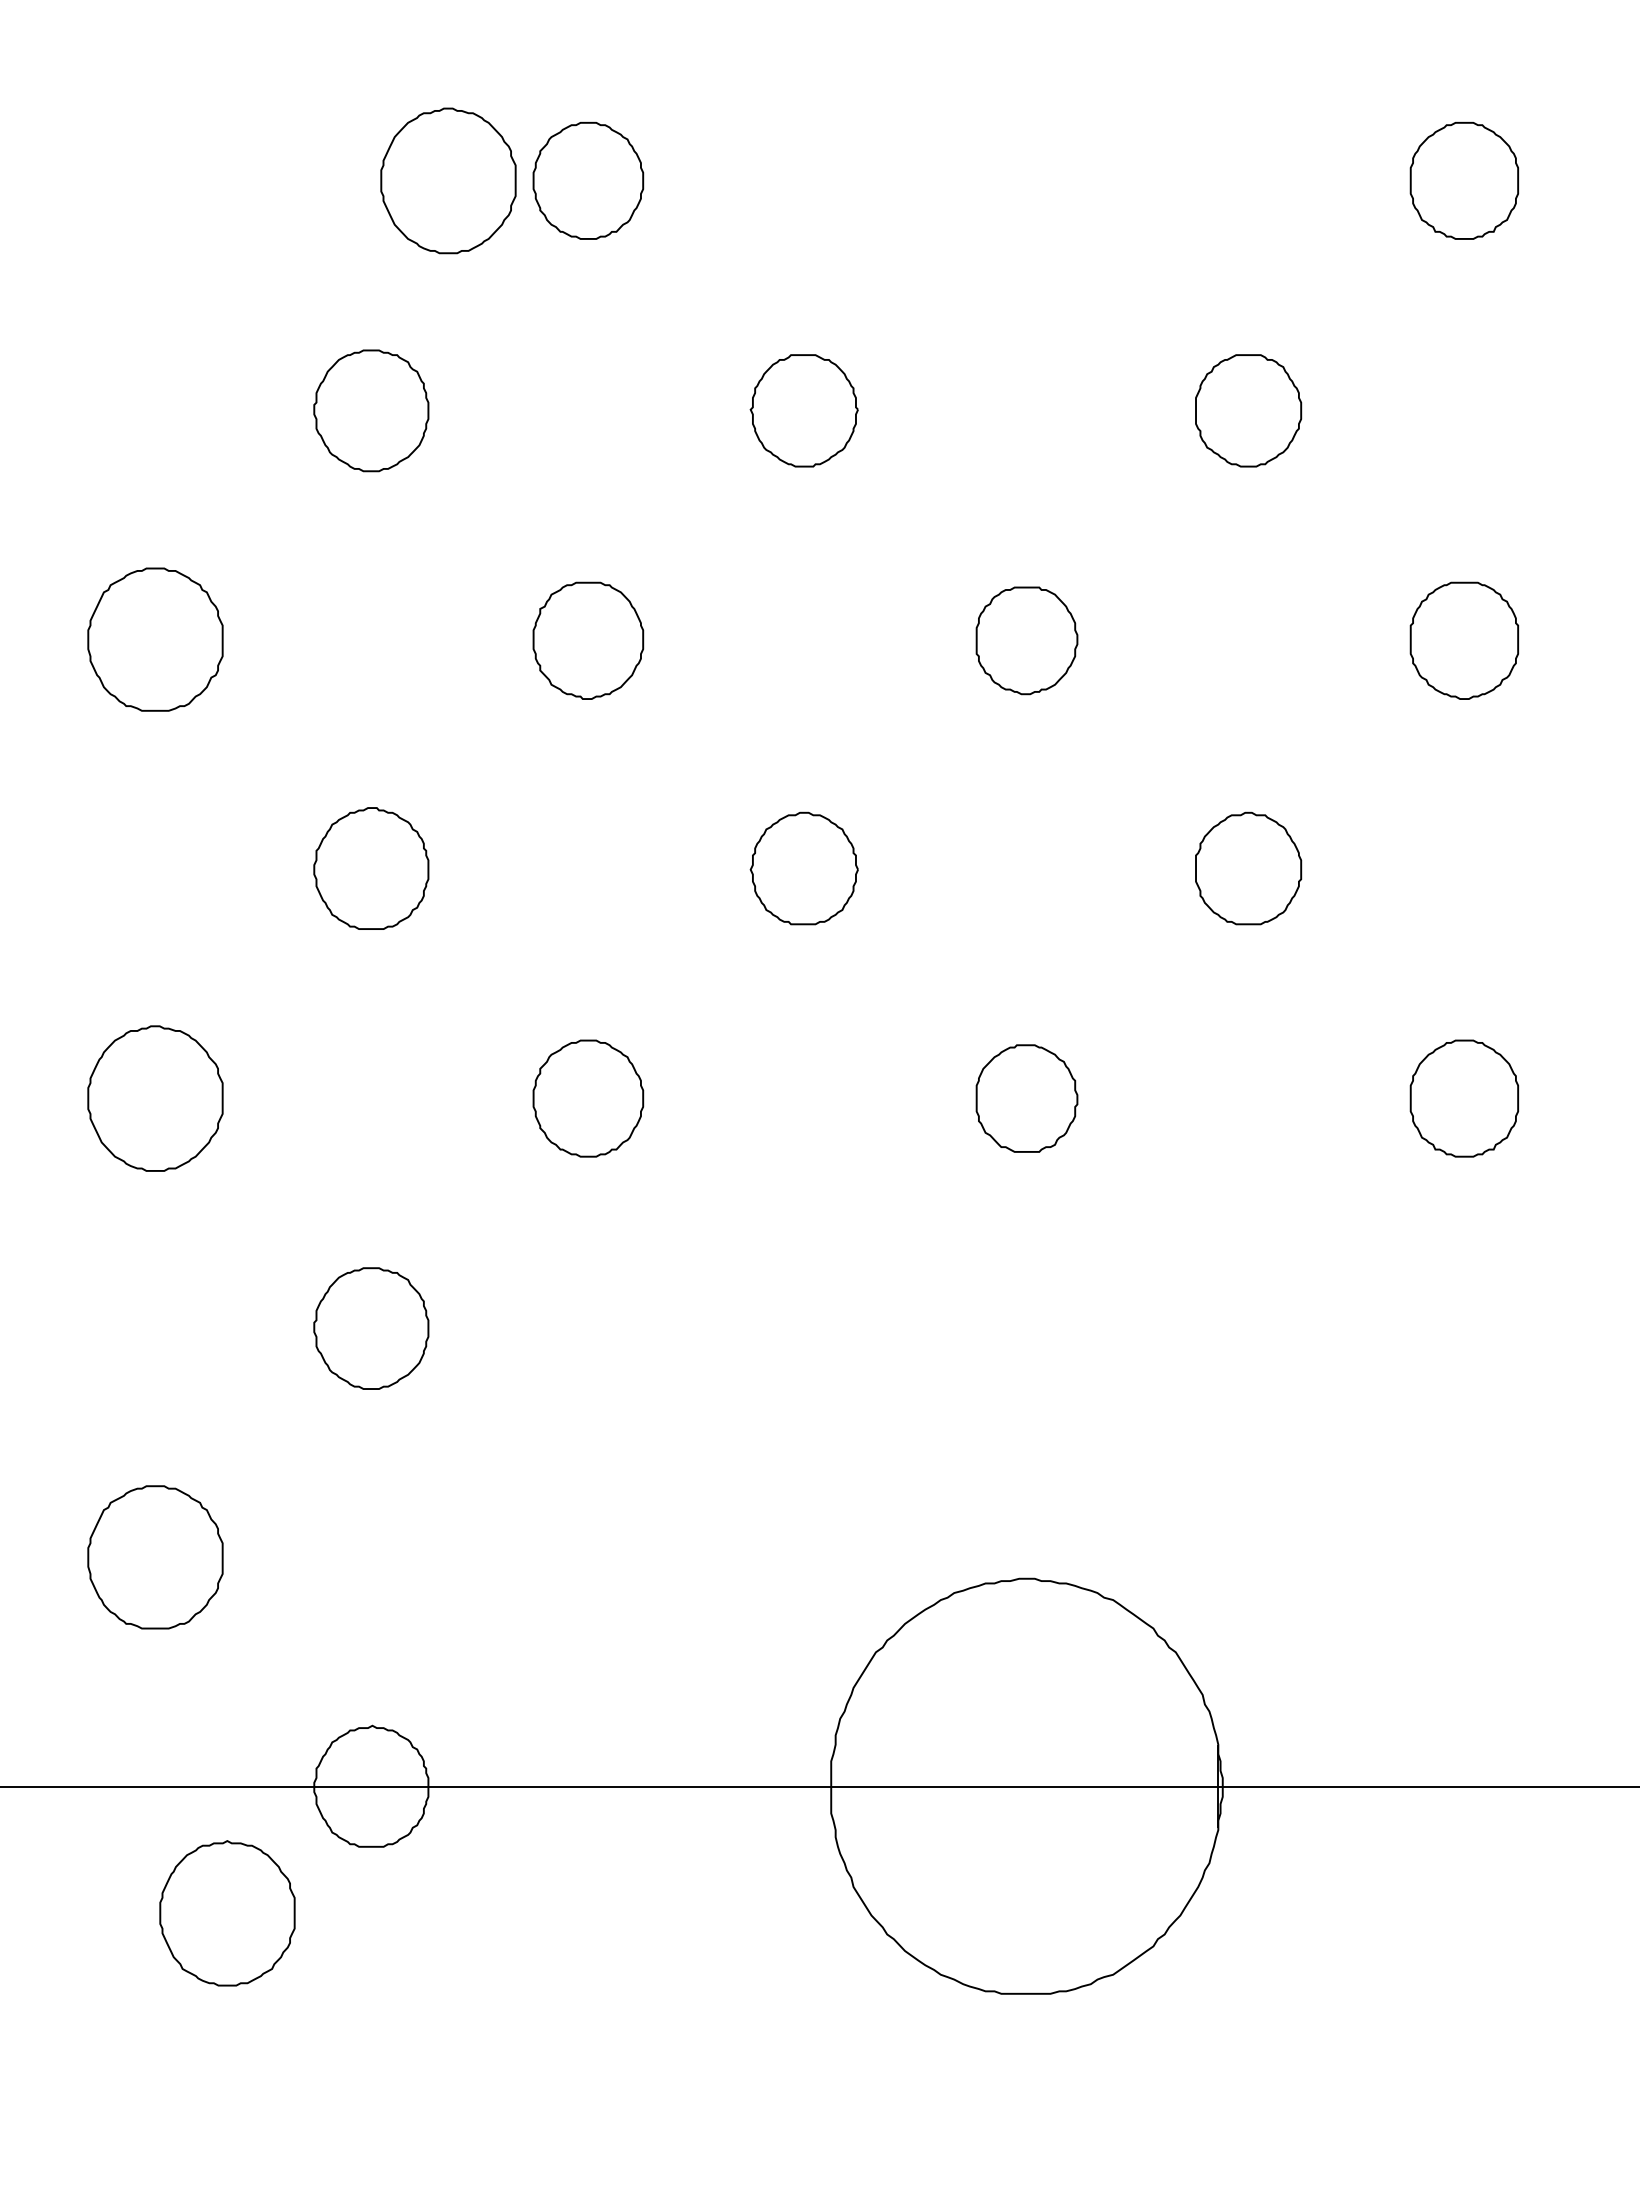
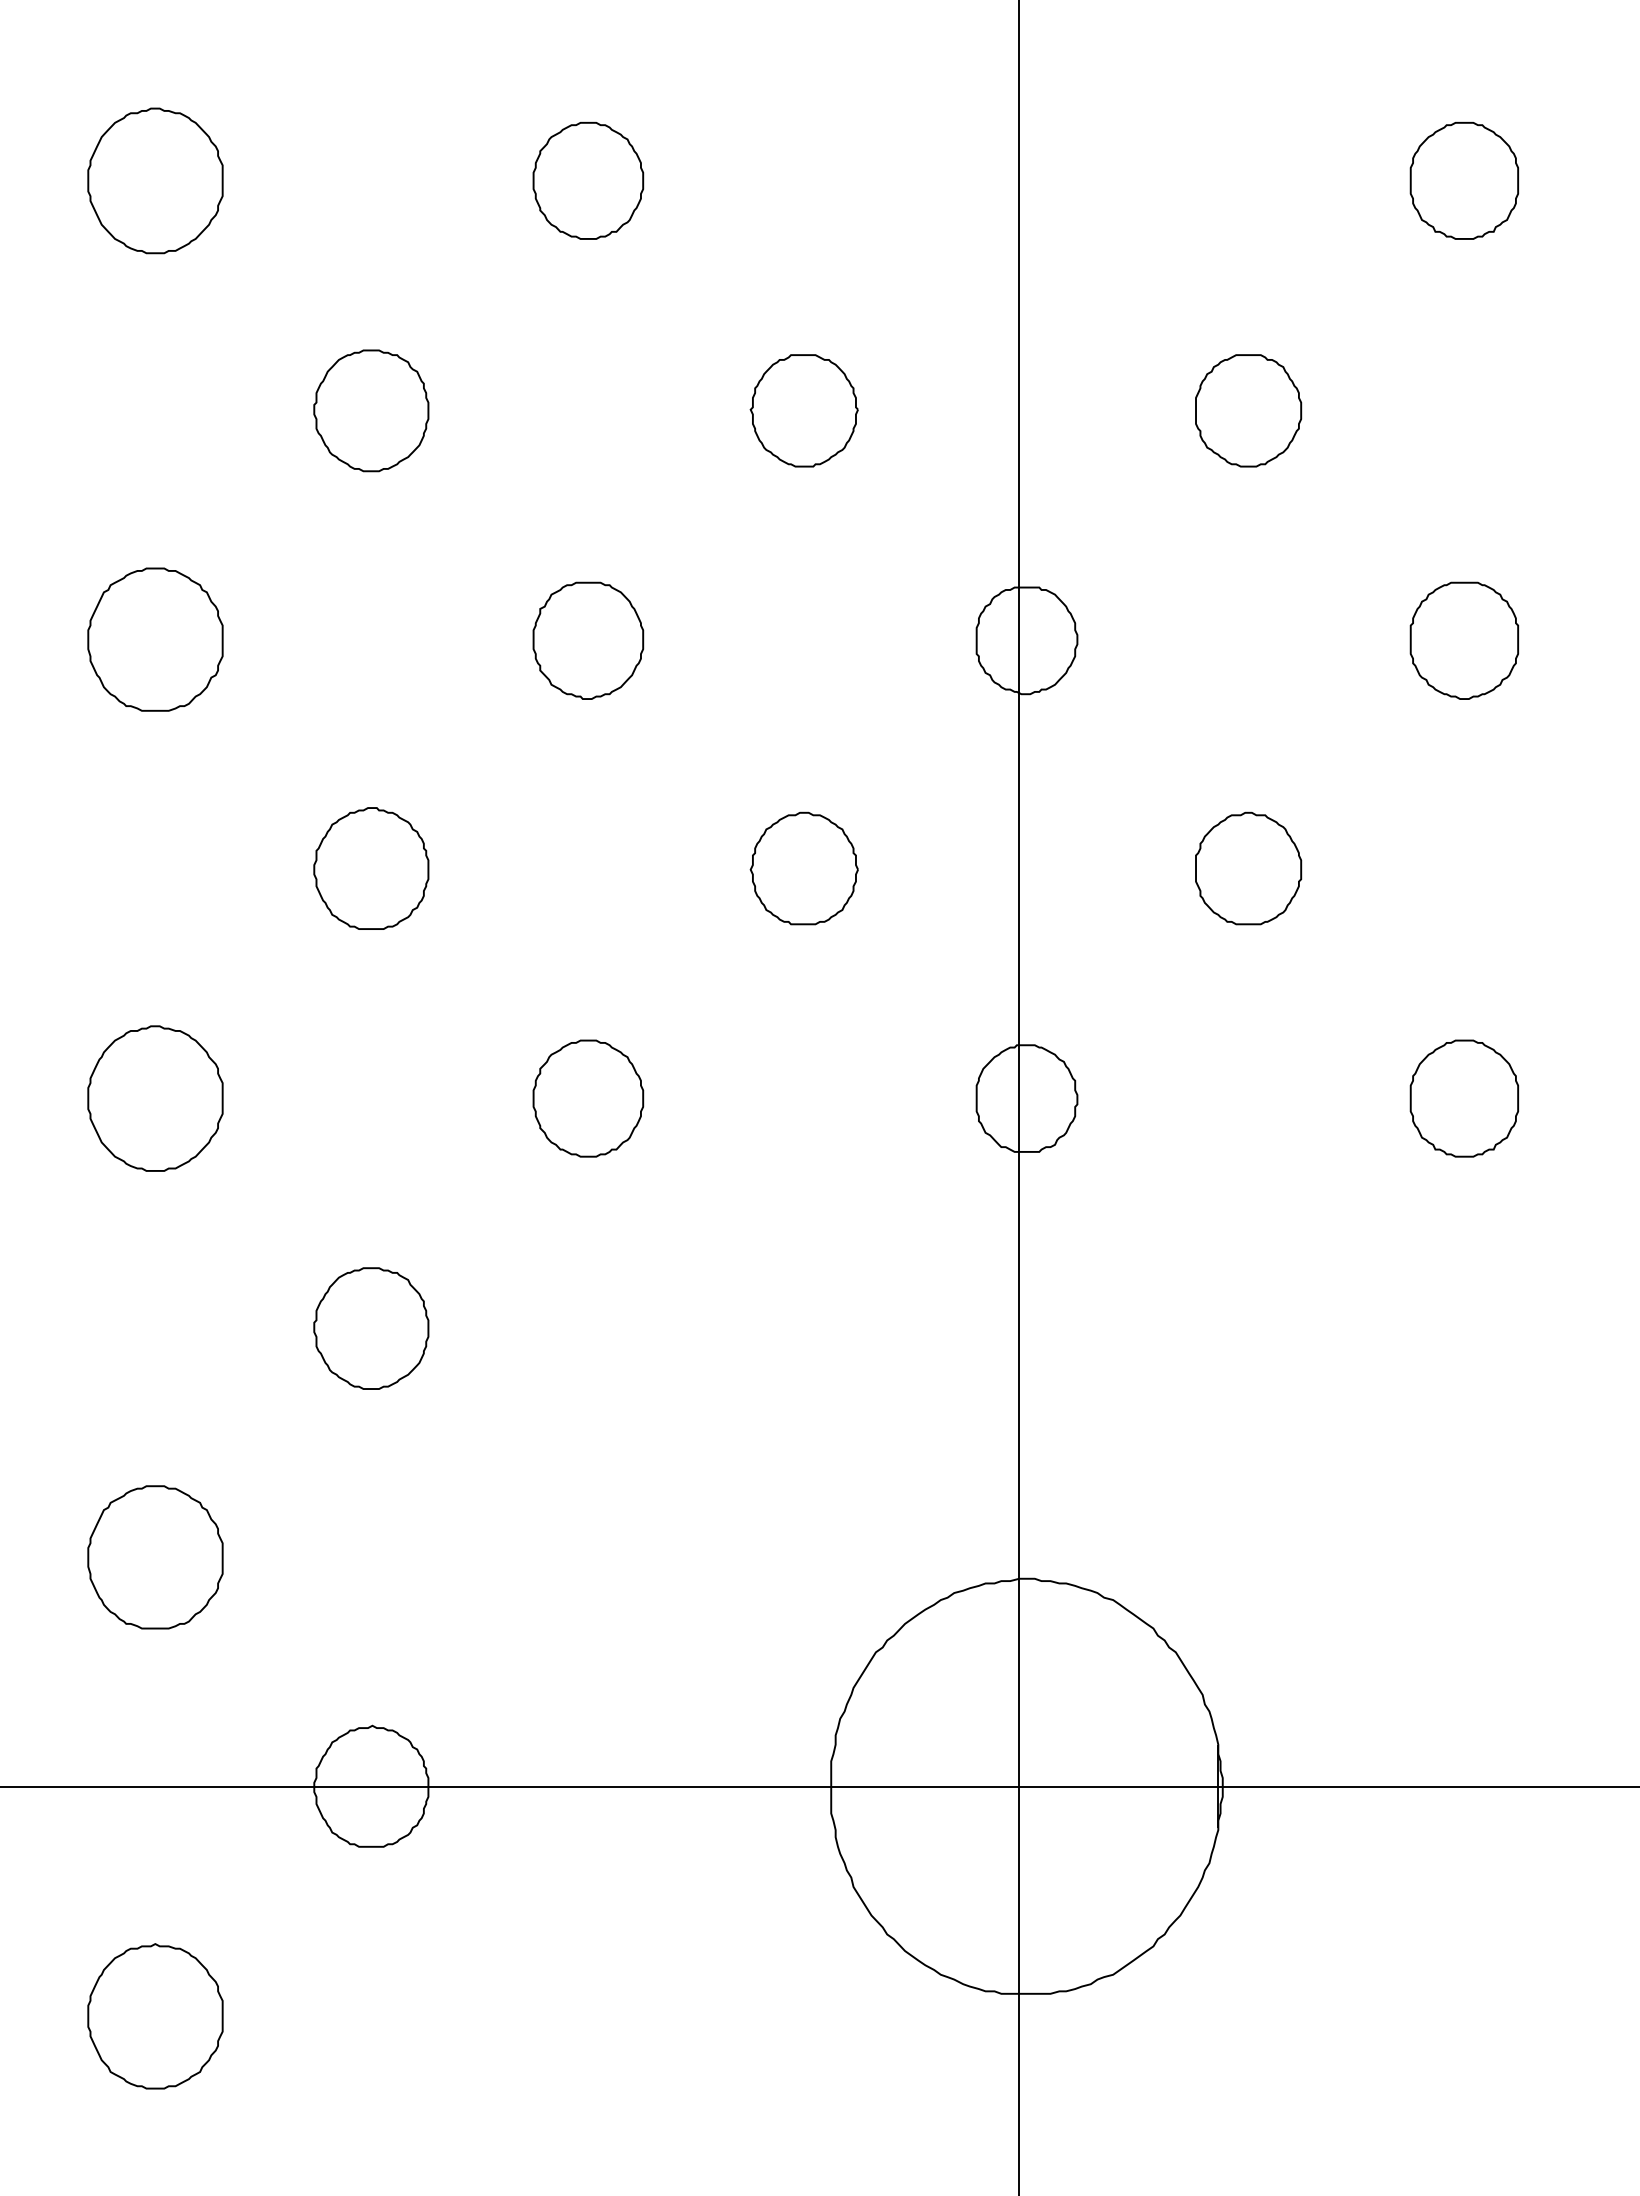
part at (448, 180) position: (448, 180) -> (155, 180)
line at (1019, 1097): none -> present
part at (227, 1913) position: (227, 1913) -> (155, 2016)
